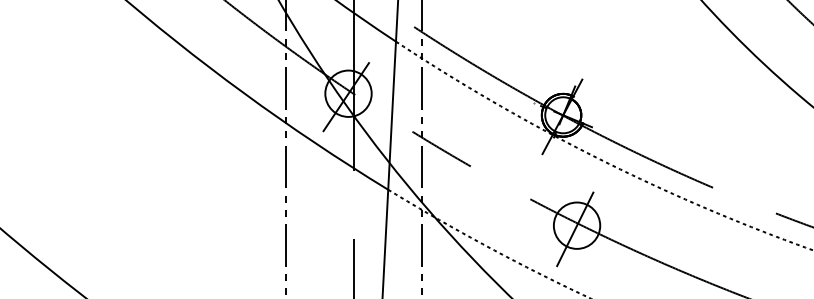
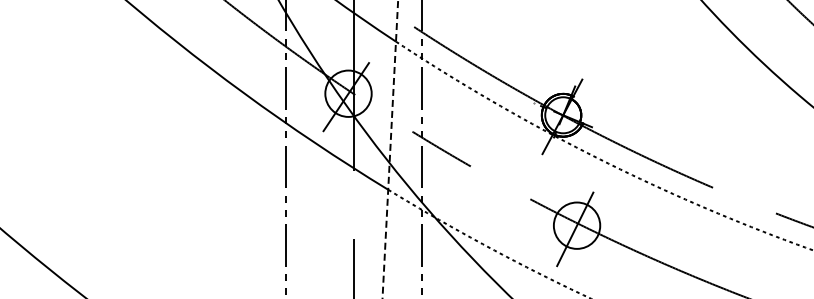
line at (390, 149): solid -> dashed
